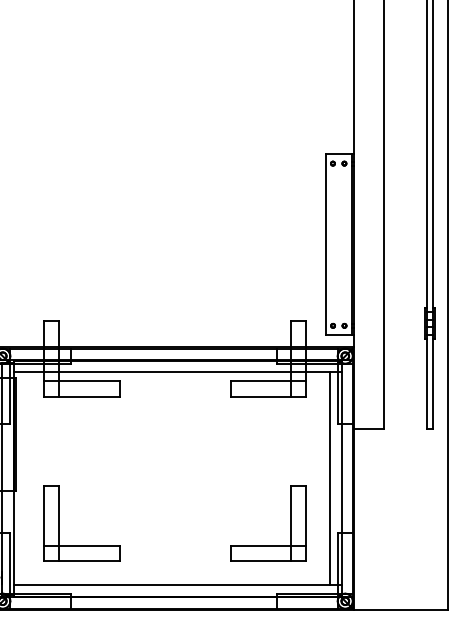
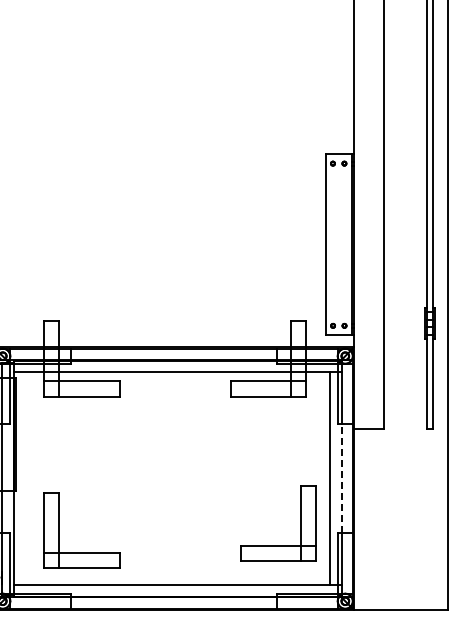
line at (341, 478): solid -> dashed
part at (59, 523) position: (59, 523) -> (59, 530)
part at (290, 523) position: (290, 523) -> (300, 523)
